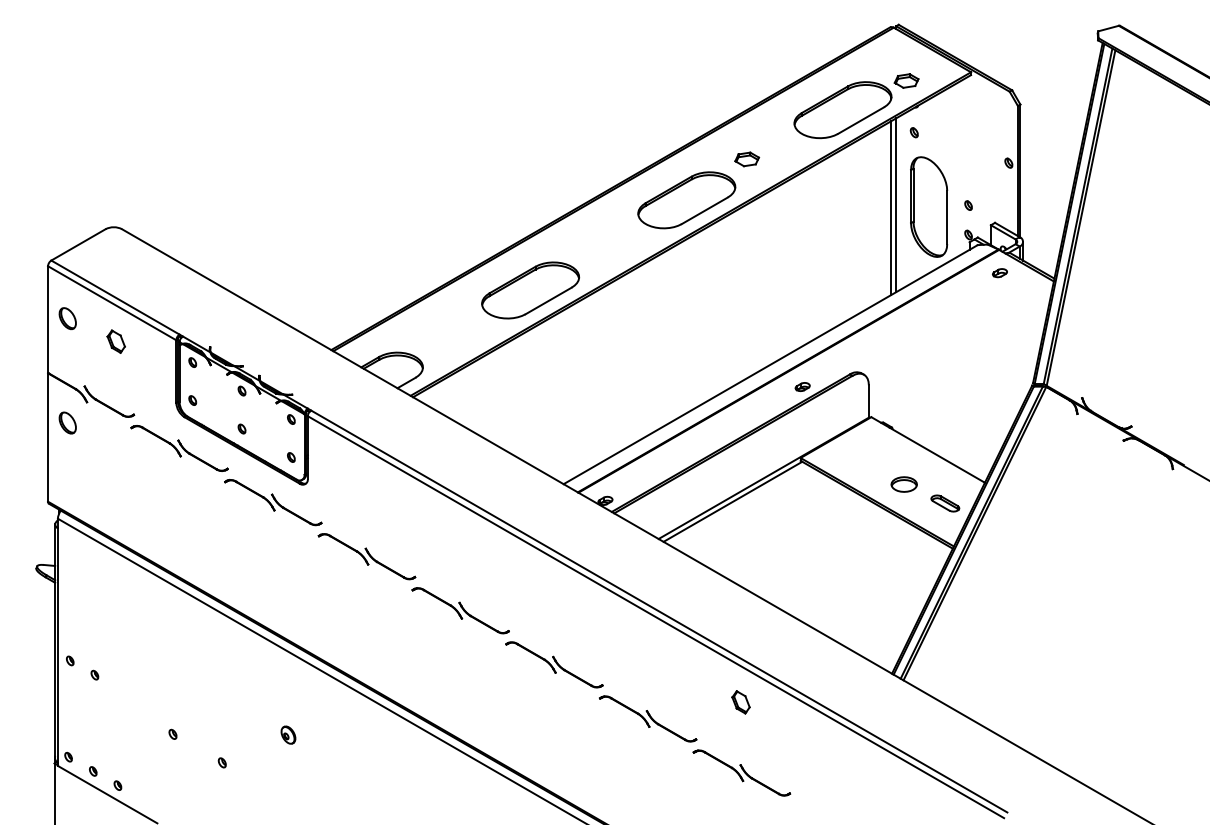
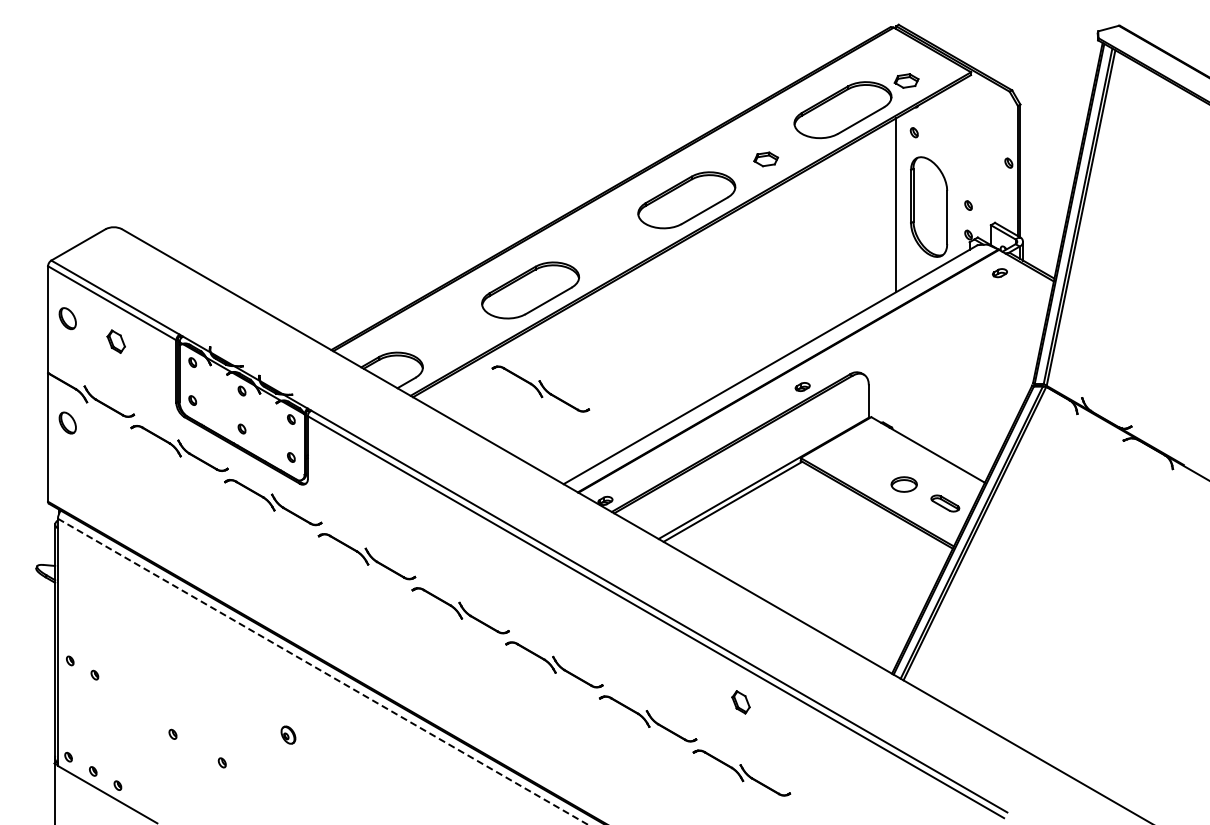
part at (747, 159) position: (747, 159) -> (766, 159)
line at (891, 208): present -> none
part at (540, 388): none -> present
line at (322, 671): solid -> dashed
